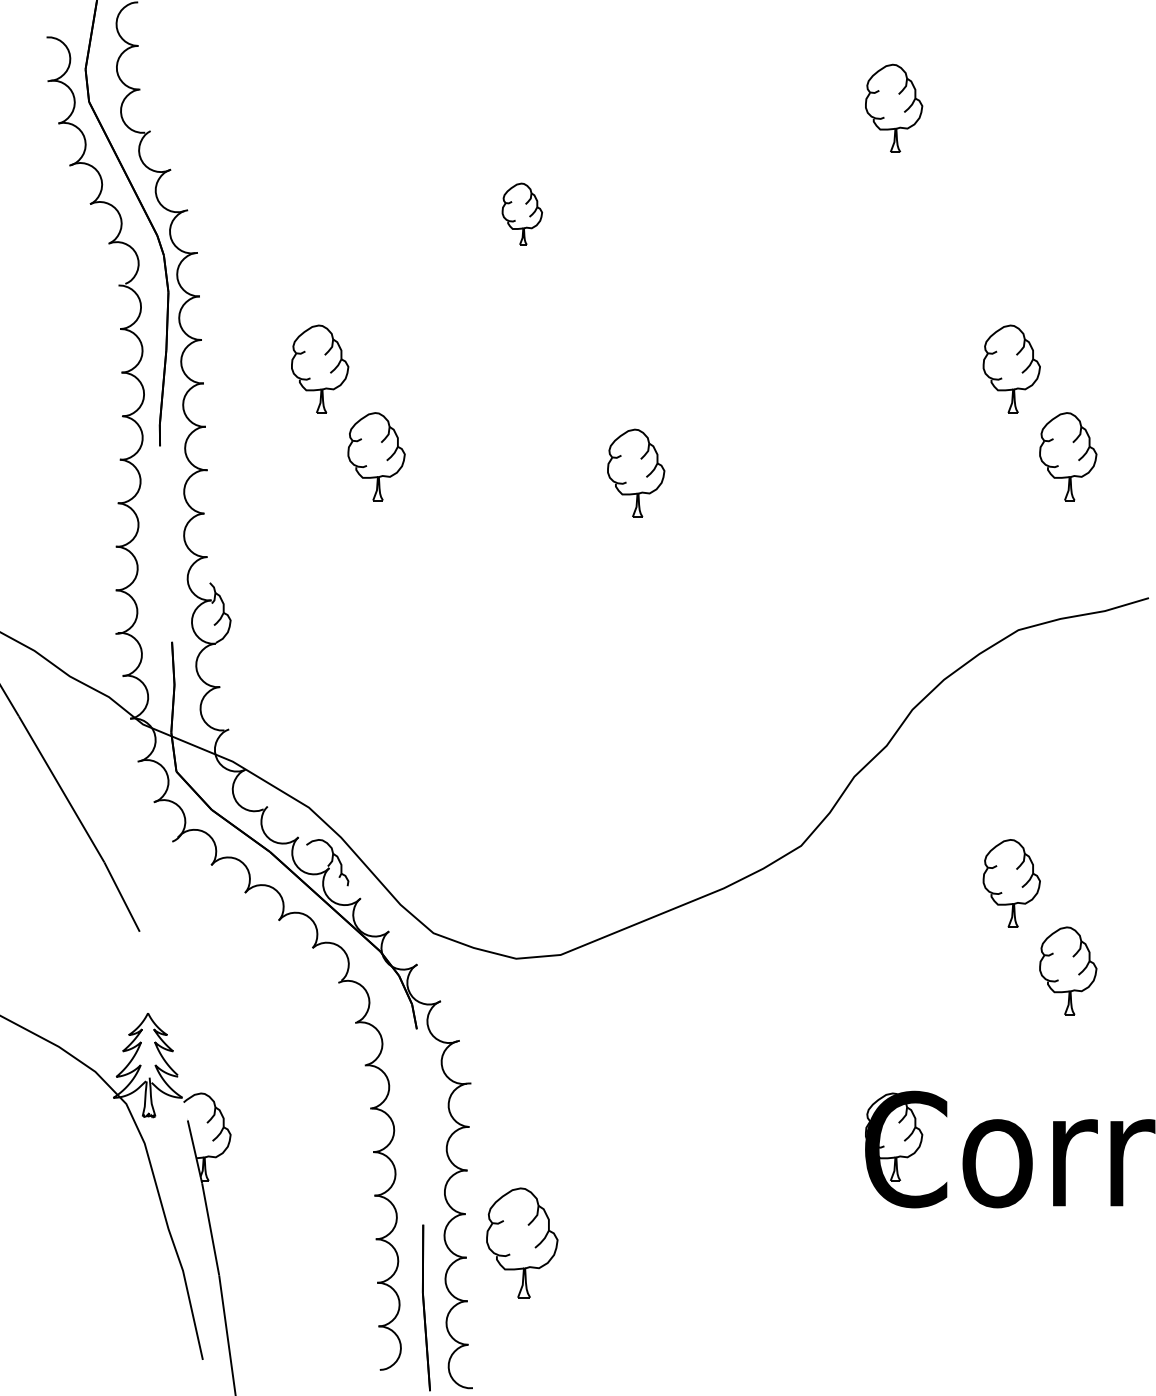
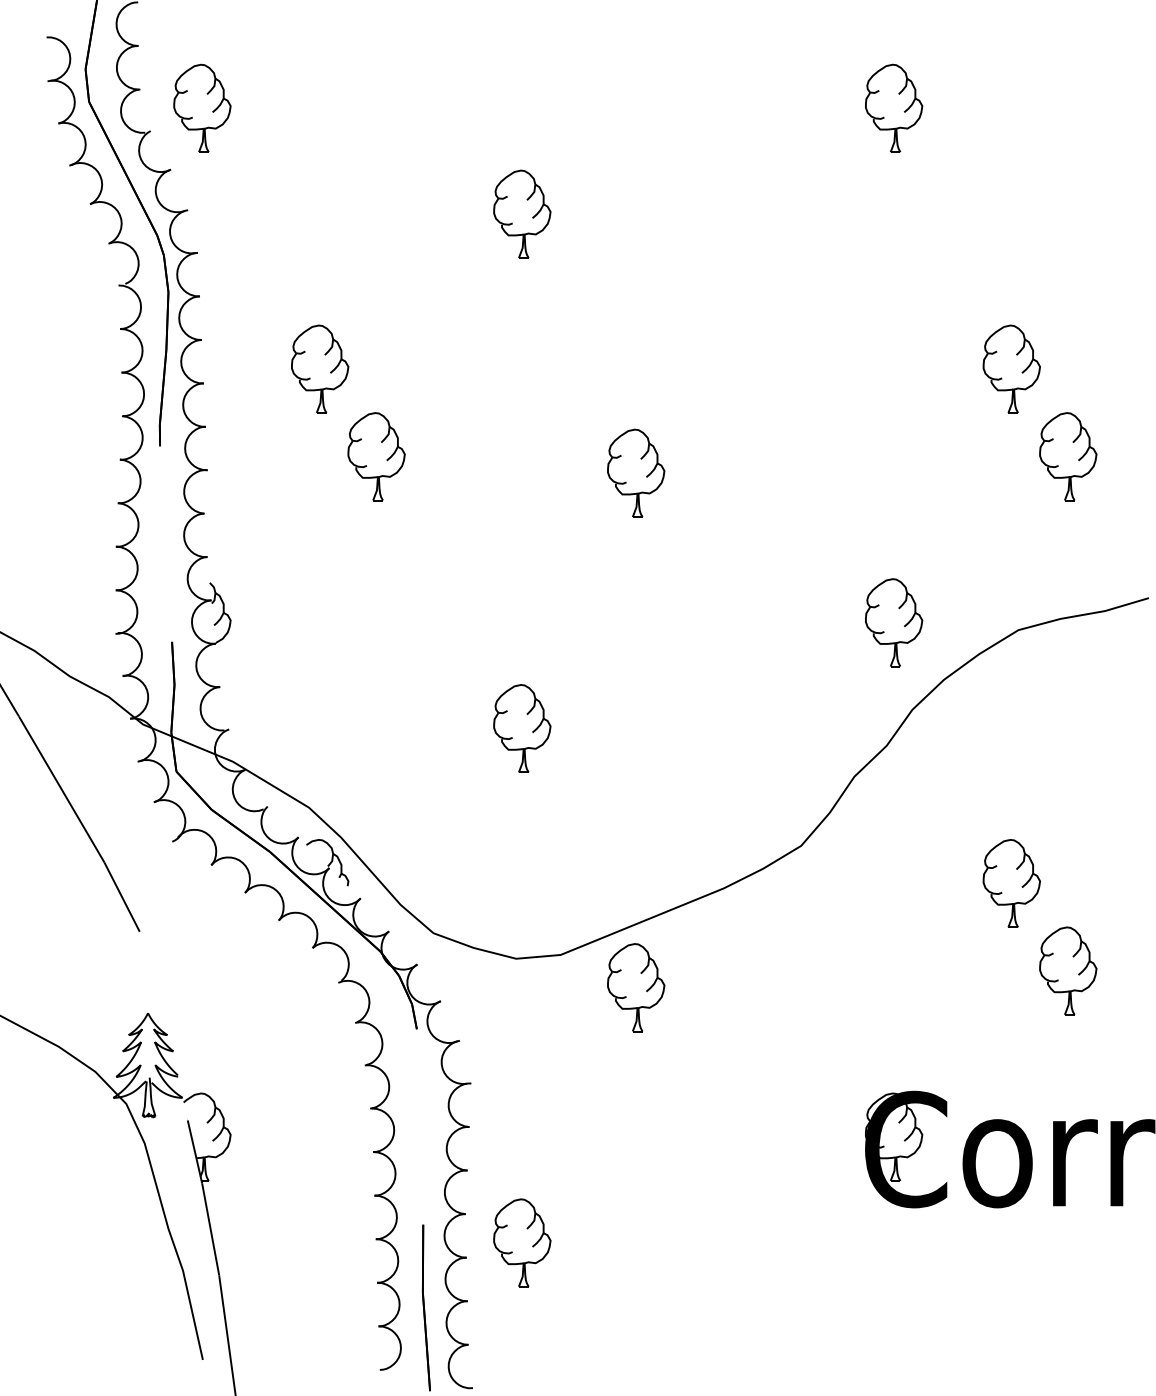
part at (202, 107): none -> present
part at (521, 213) size: 42x64 px -> 59x90 px
part at (894, 622): none -> present
part at (522, 728): none -> present
part at (636, 987): none -> present
part at (522, 1242) size: 73x112 px -> 59x90 px
